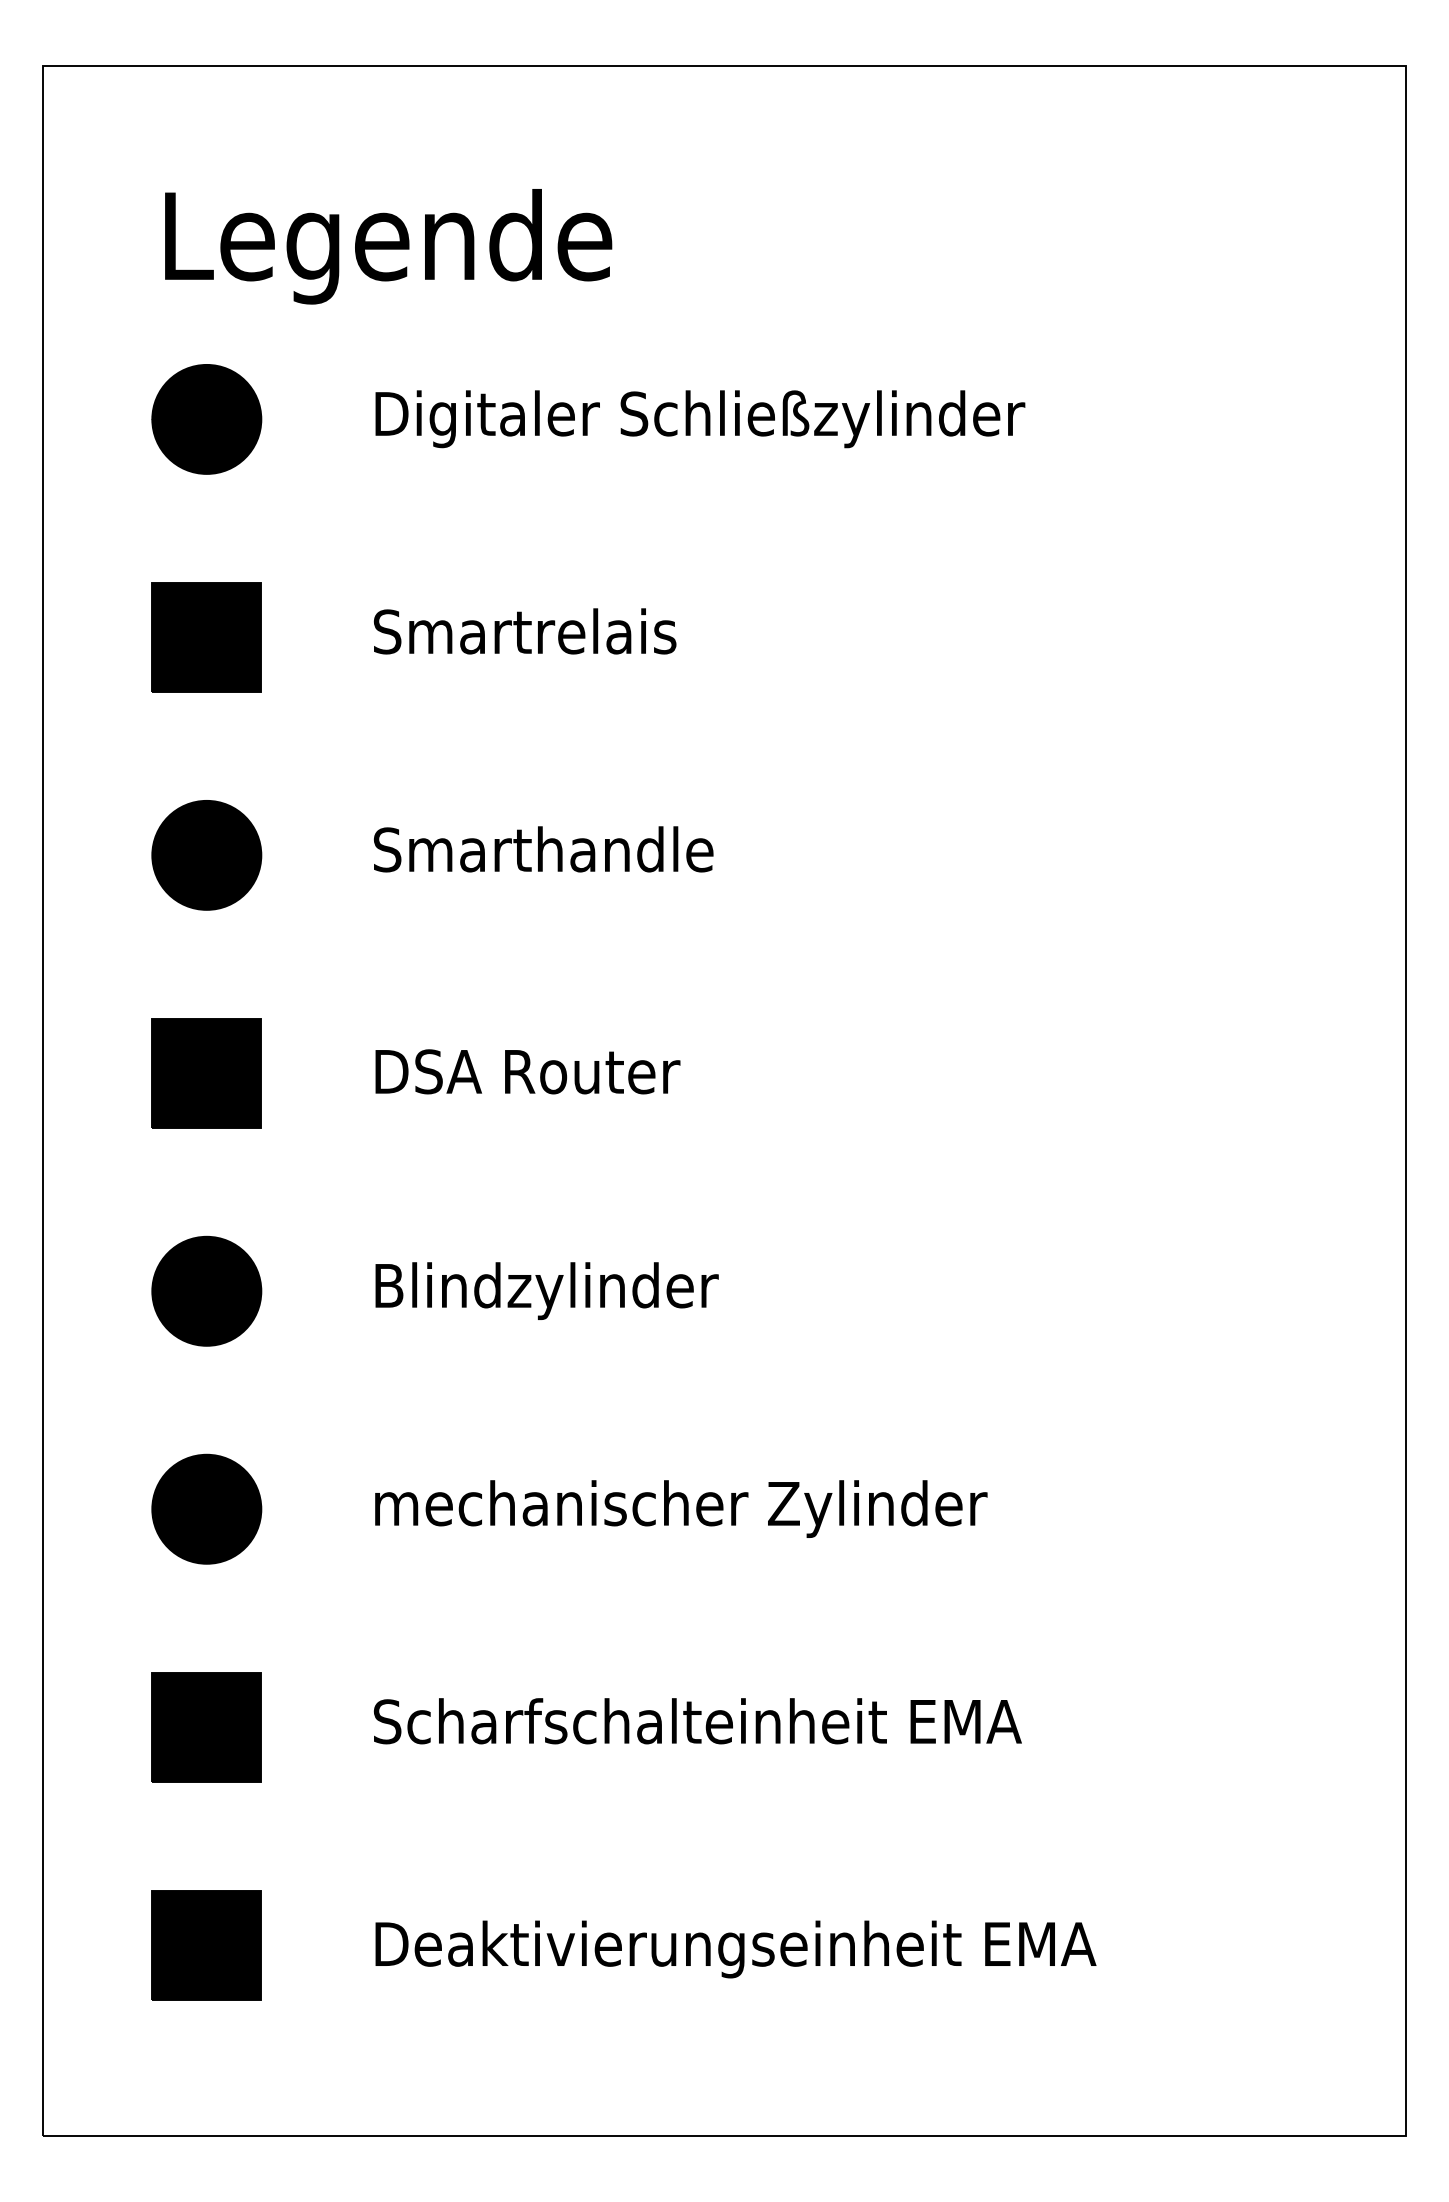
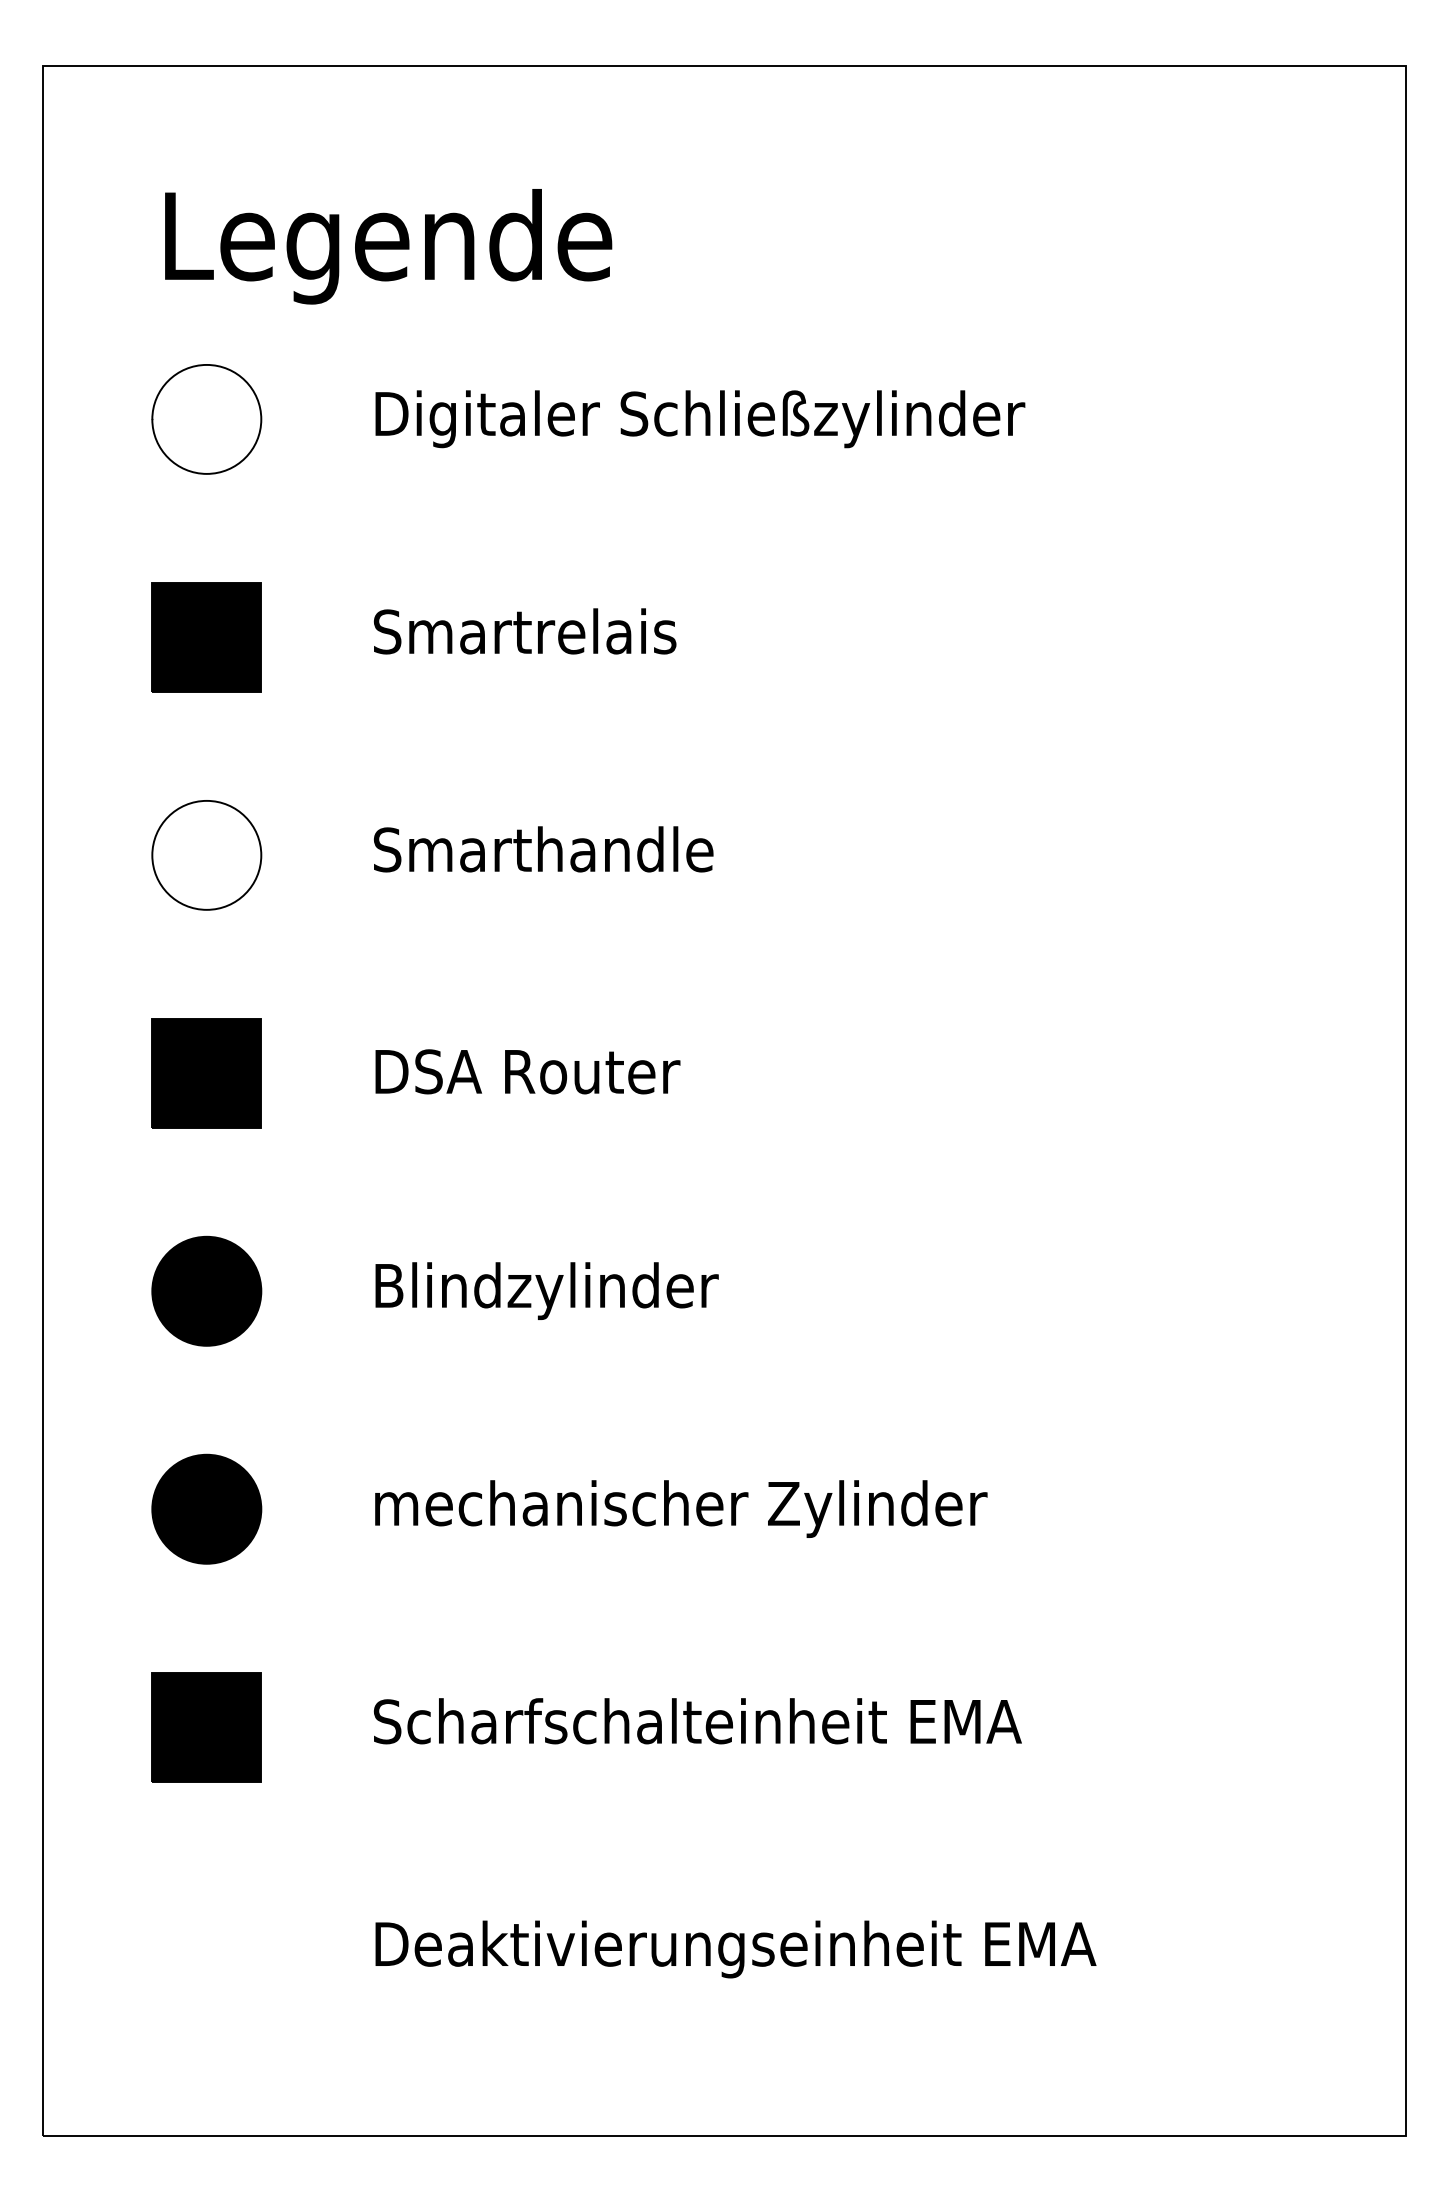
fill at (206, 418): present -> none
fill at (206, 854): present -> none
part at (206, 1945): present -> none
